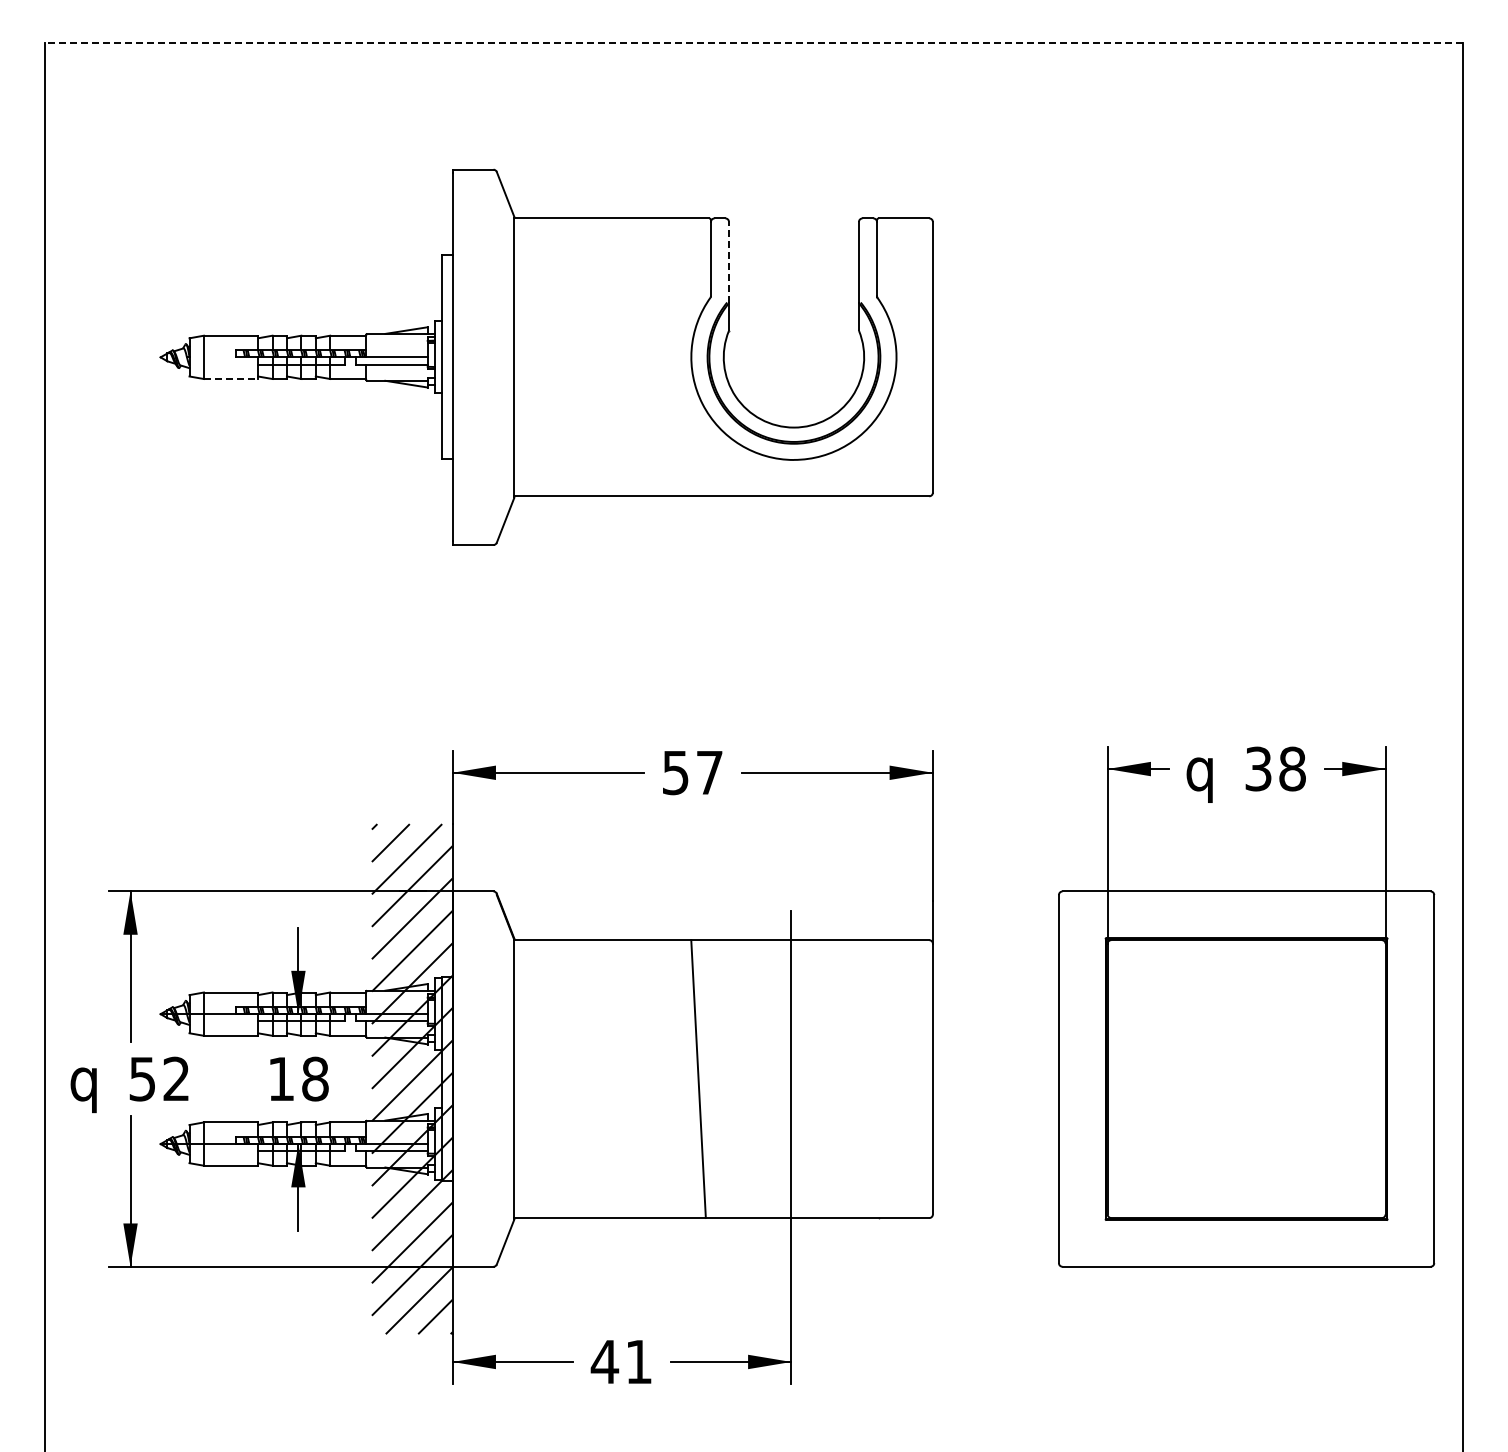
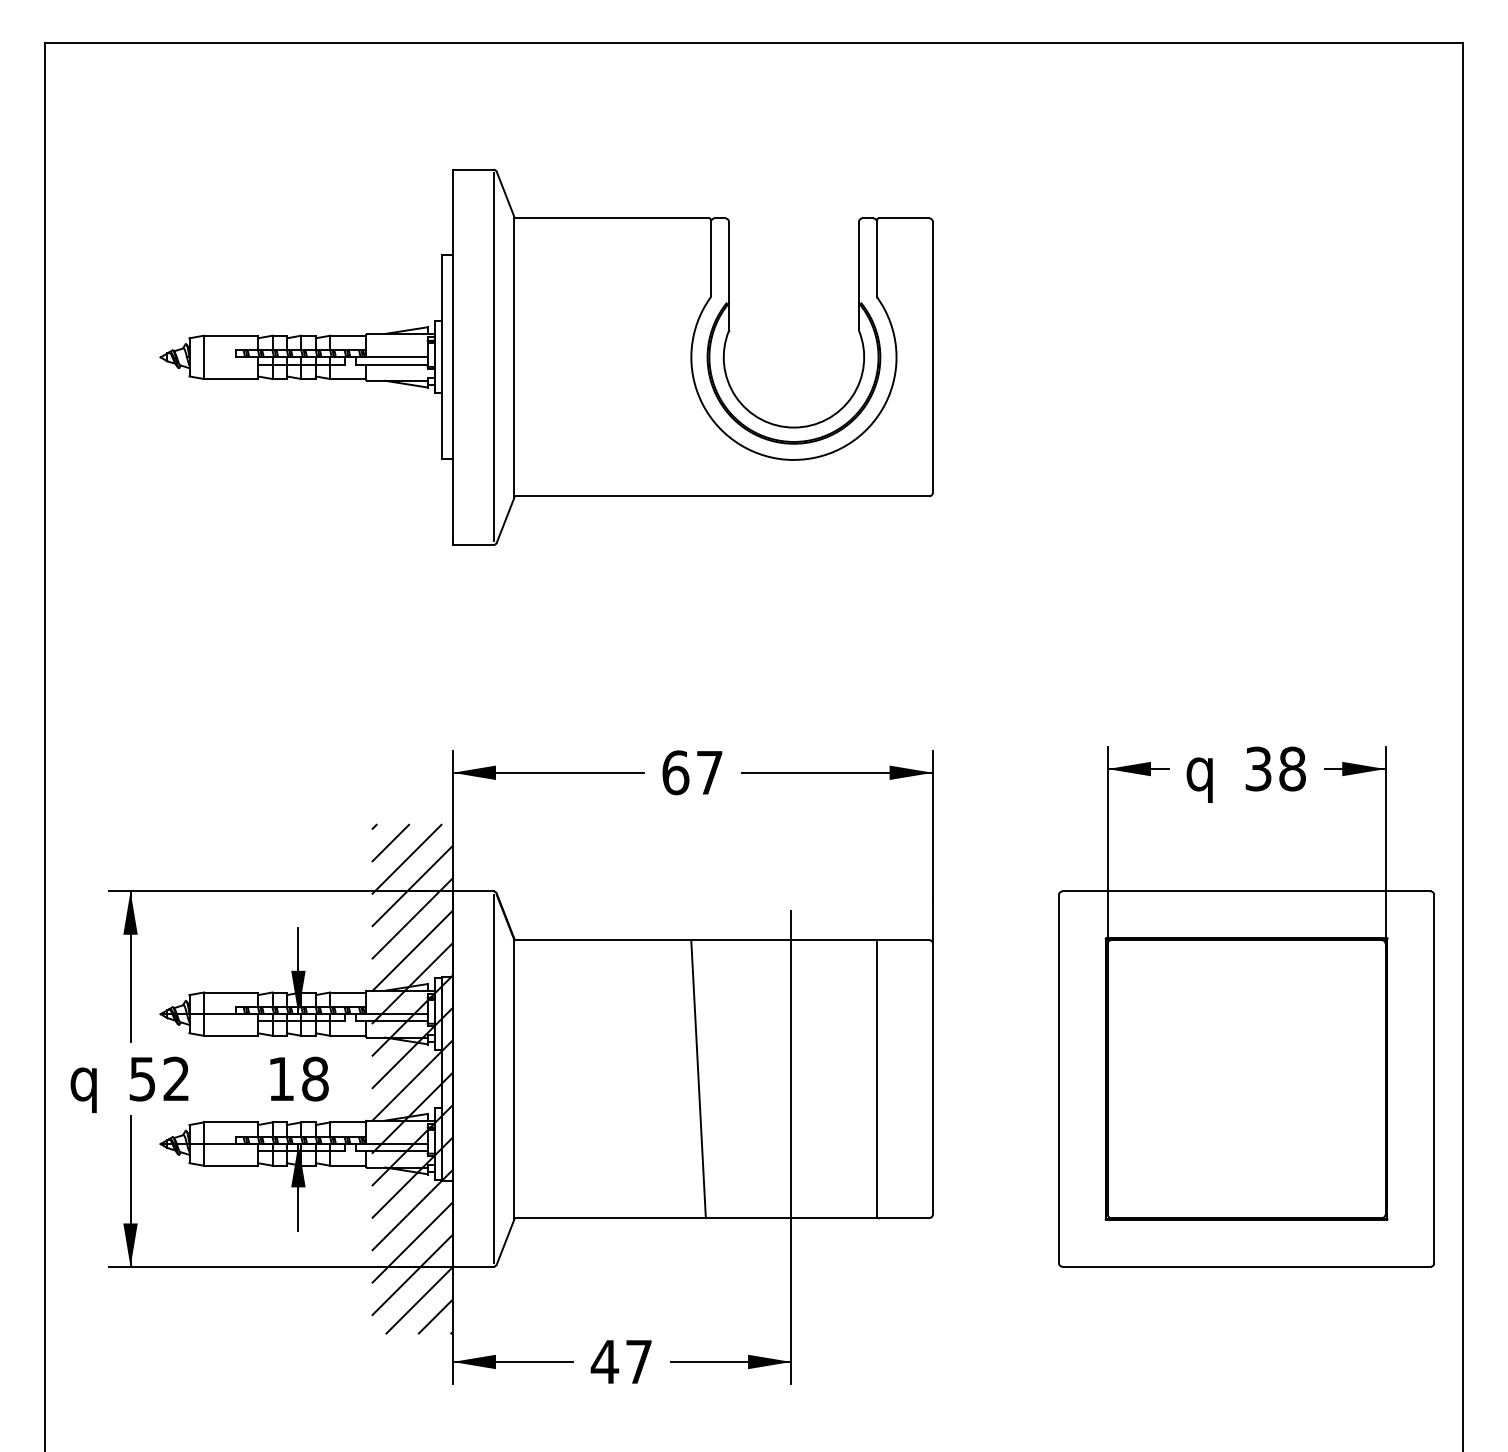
line at (754, 43): dashed -> solid
line at (729, 261): dashed -> solid
line at (493, 357): none -> present
line at (231, 379): dashed -> solid
text at (675, 772): 57 -> 67
line at (493, 1079): none -> present
line at (876, 1079): none -> present
text at (638, 1361): 41 -> 47
